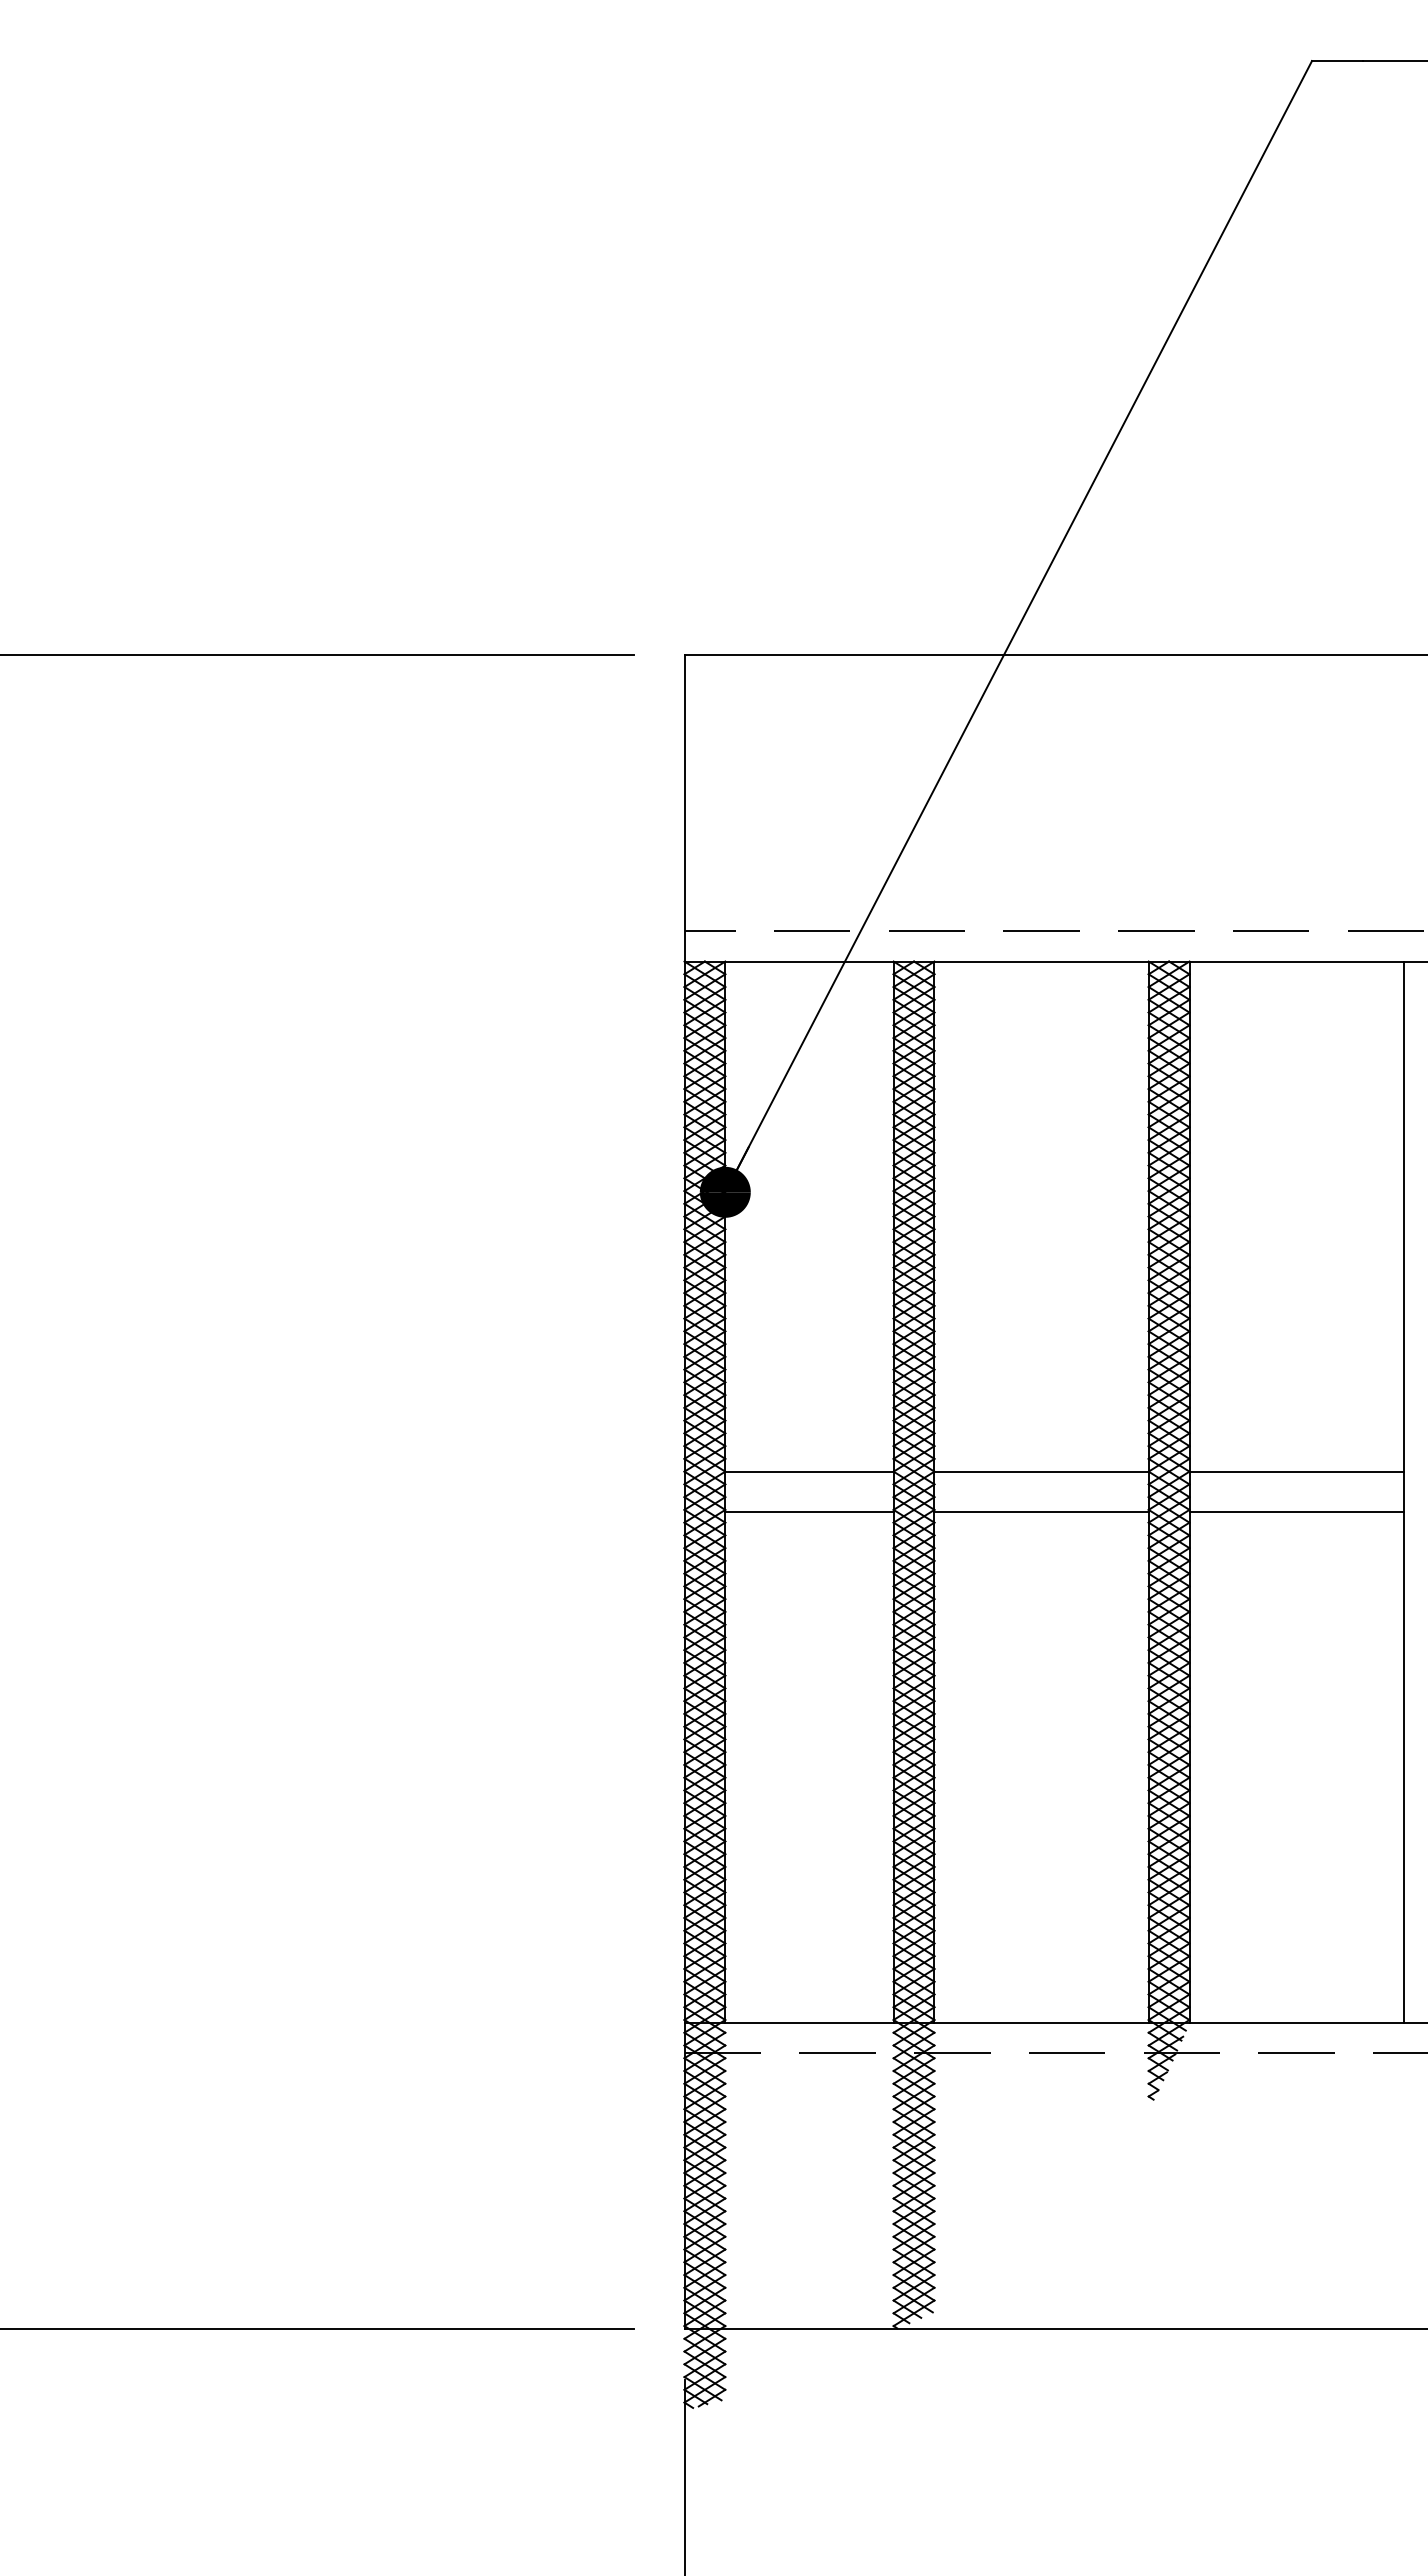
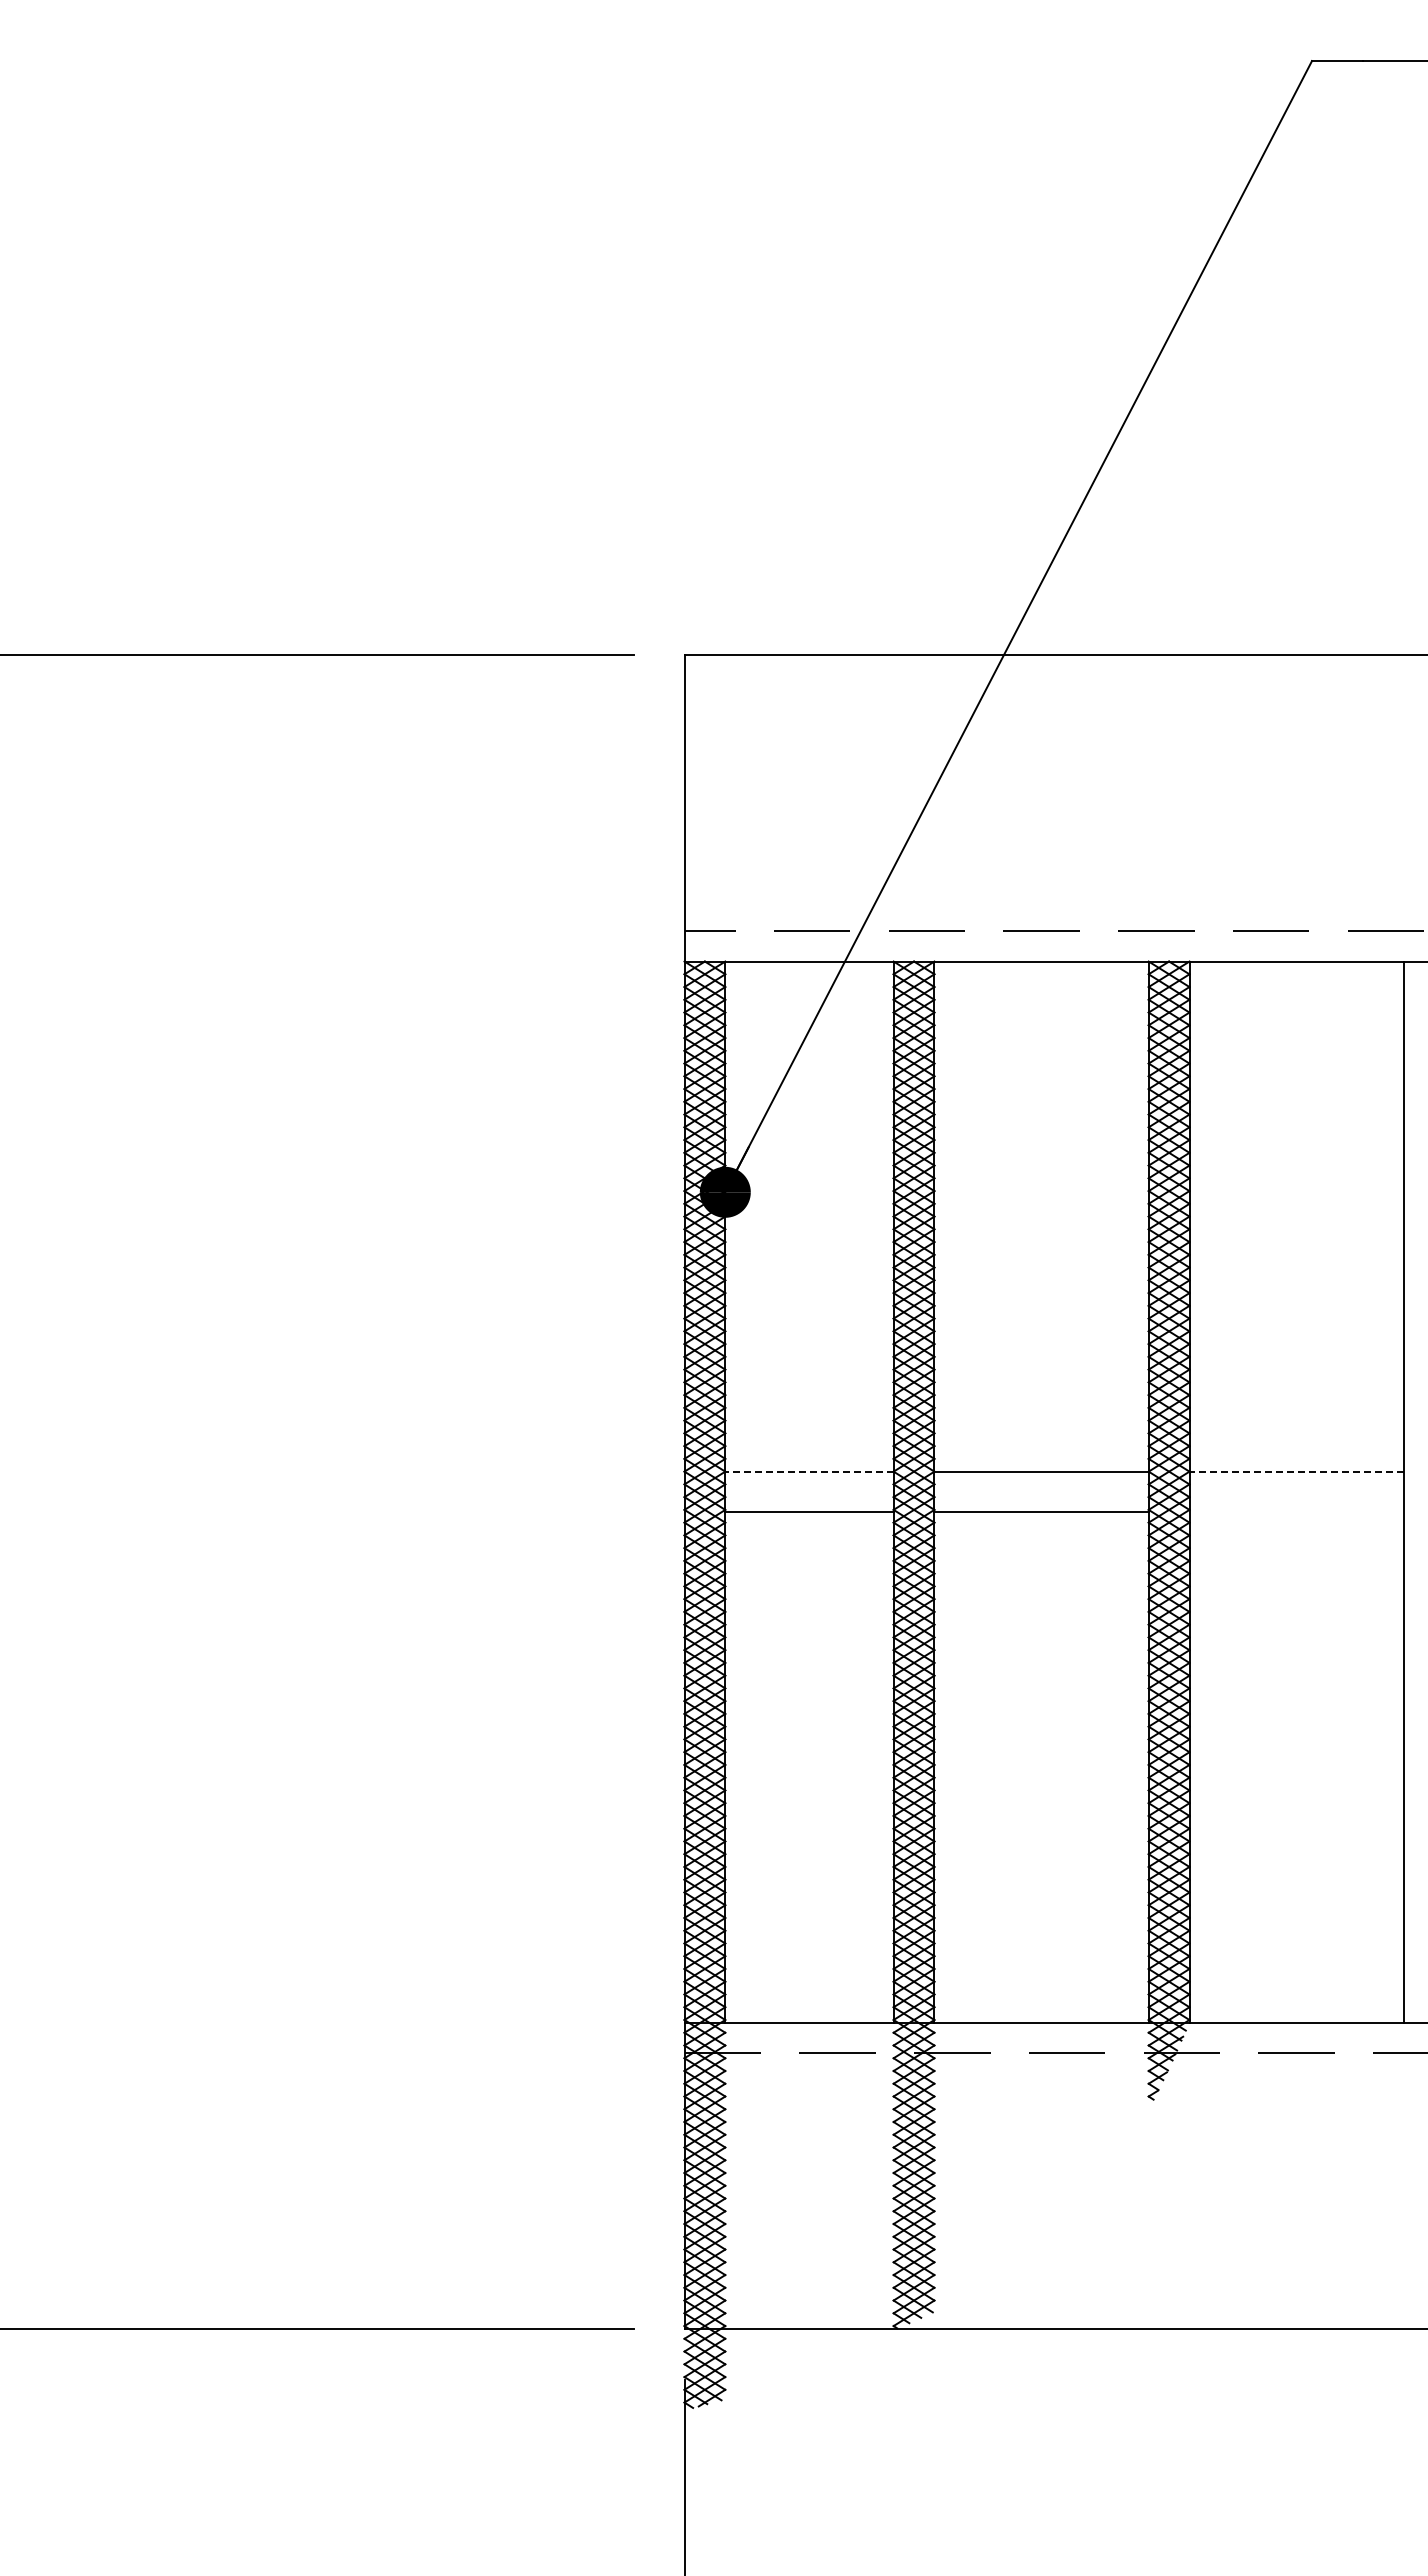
line at (808, 1471): solid -> dashed
line at (1296, 1471): solid -> dashed
line at (1296, 1512): present -> none
